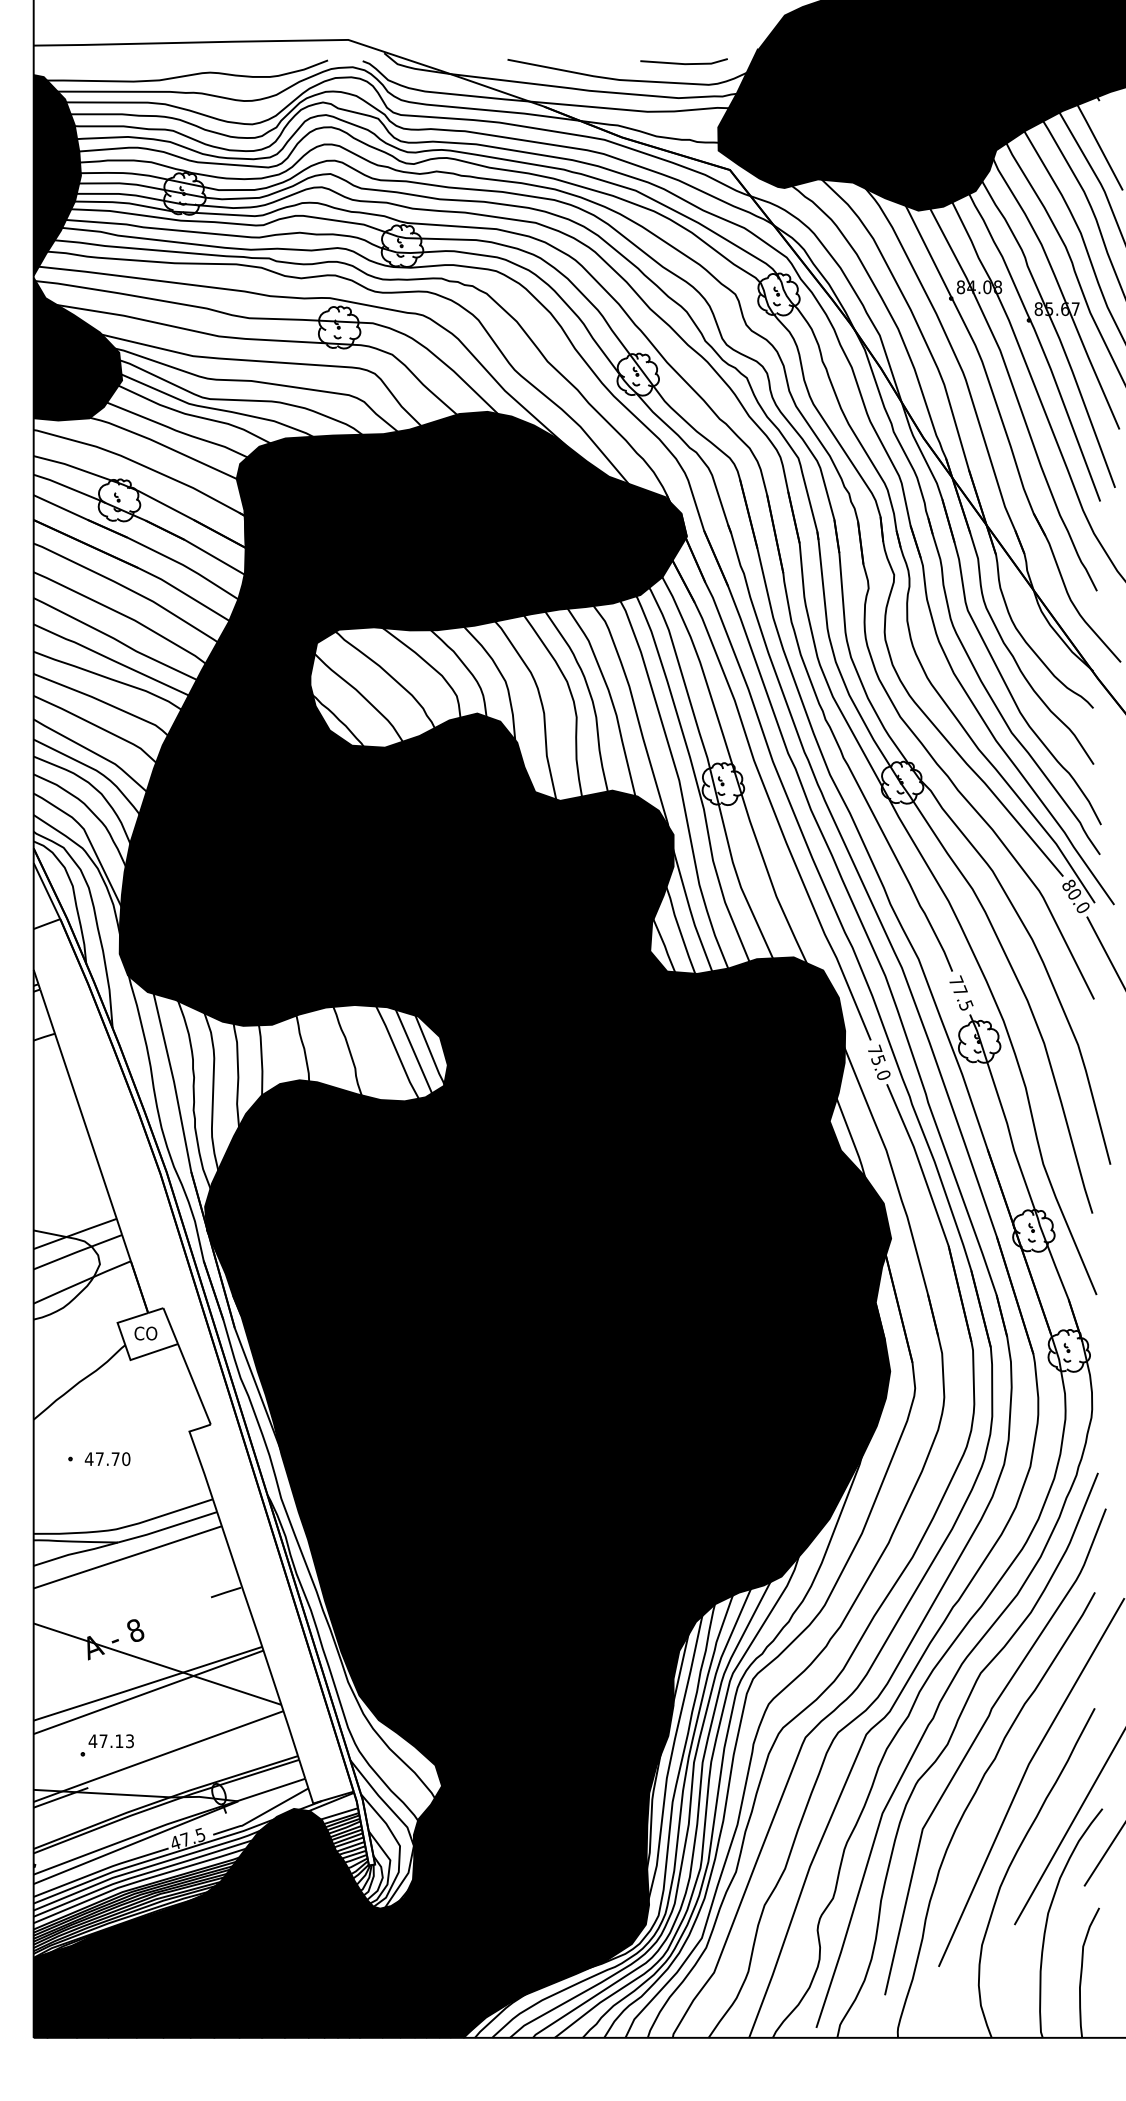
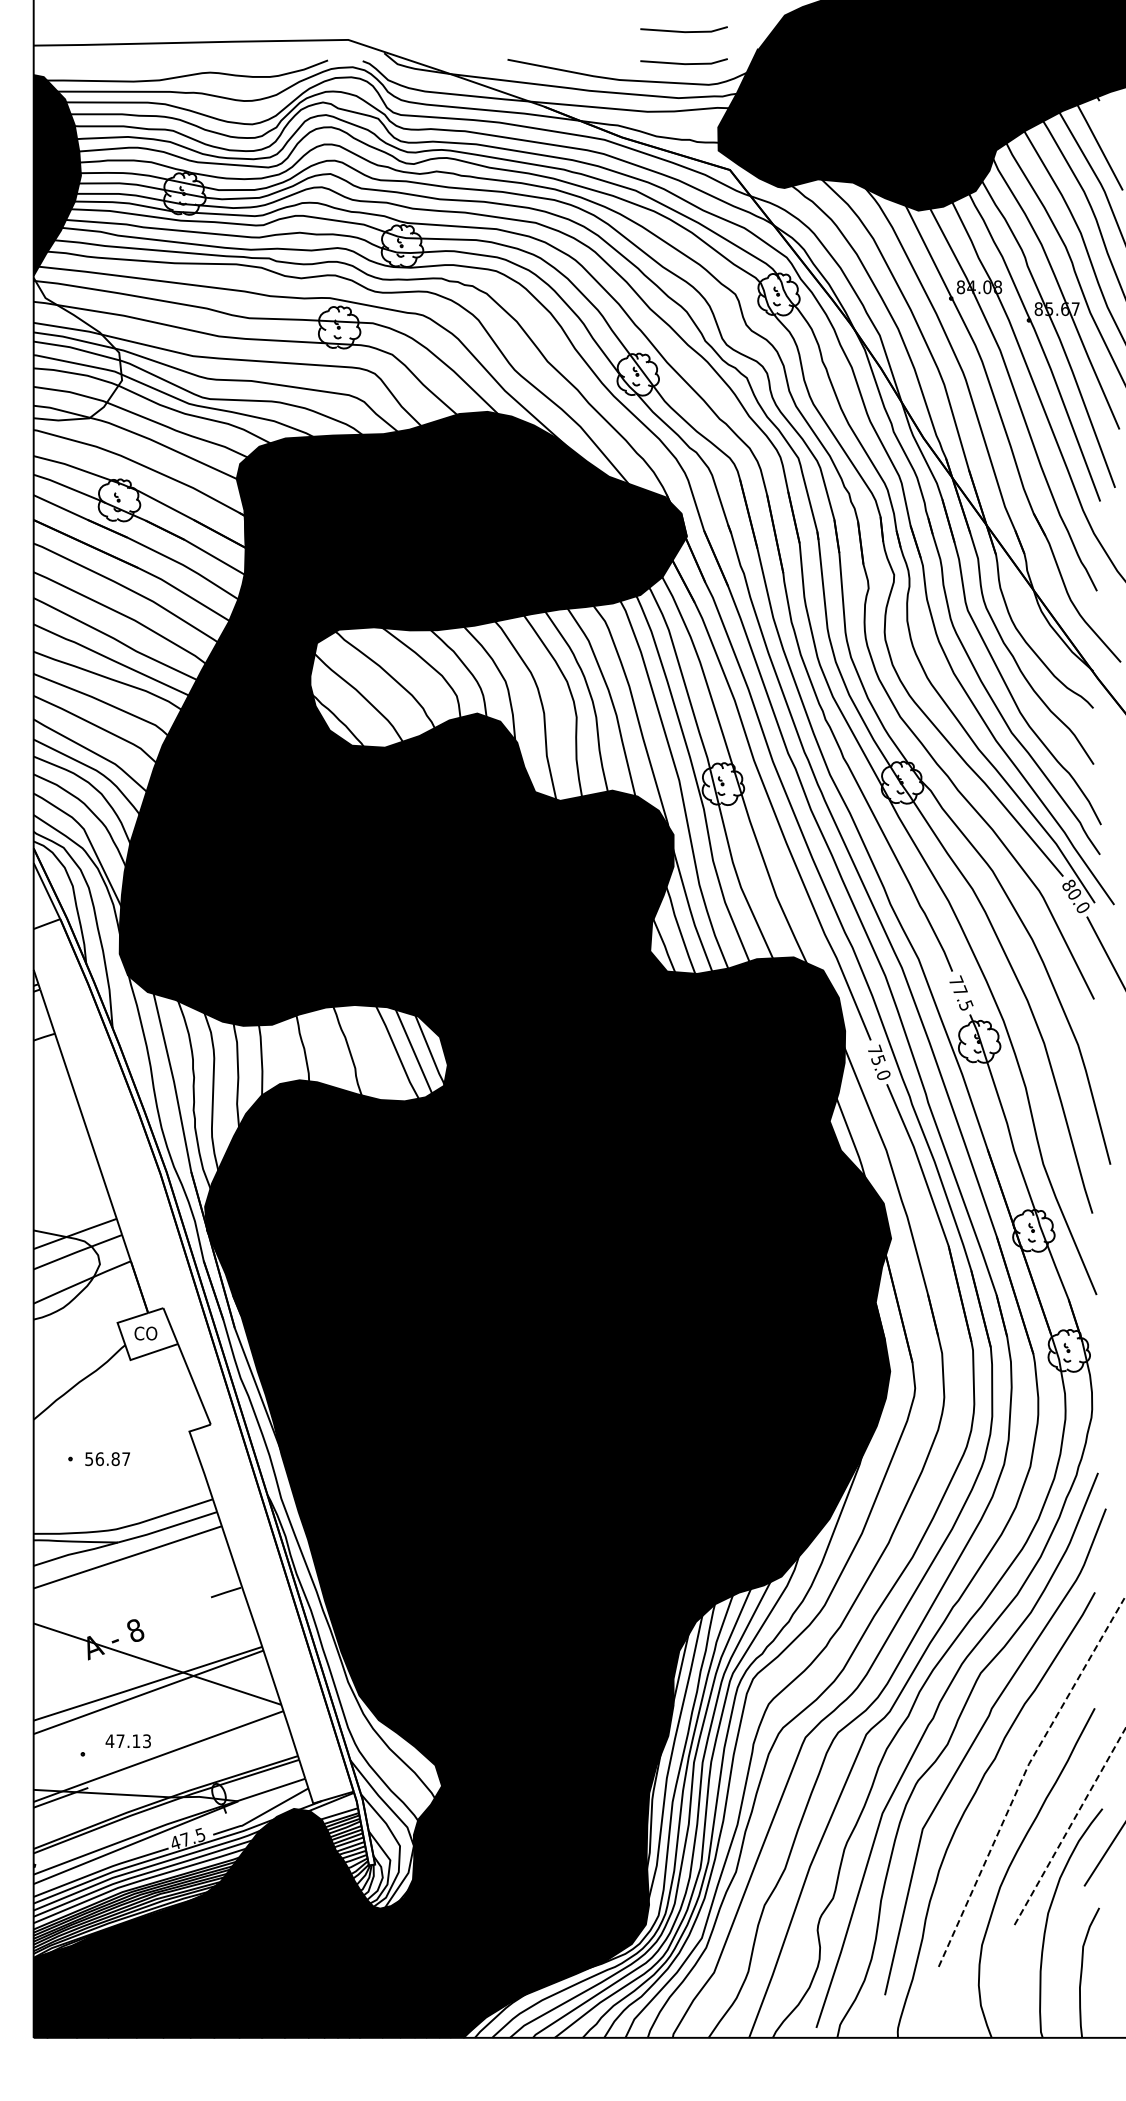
line at (683, 31): none -> present
fill at (77, 348): present -> none
text at (107, 1459): 47.70 -> 56.87
text at (110, 1741) position: (110, 1741) -> (127, 1741)
line at (1023, 1776): solid -> dashed
line at (1070, 1826): solid -> dashed
